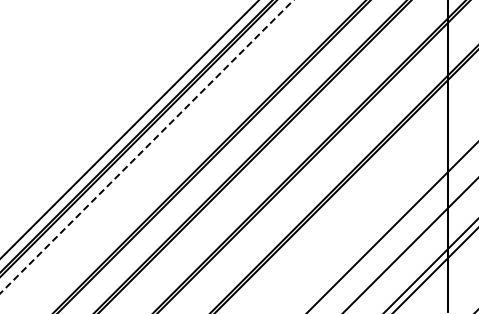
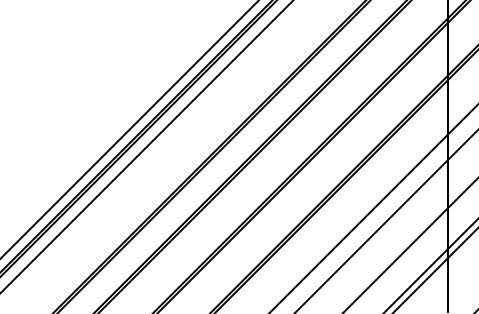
line at (147, 146): dashed -> solid
line at (373, 208): none -> present
line at (392, 227) position: (392, 227) -> (386, 221)
